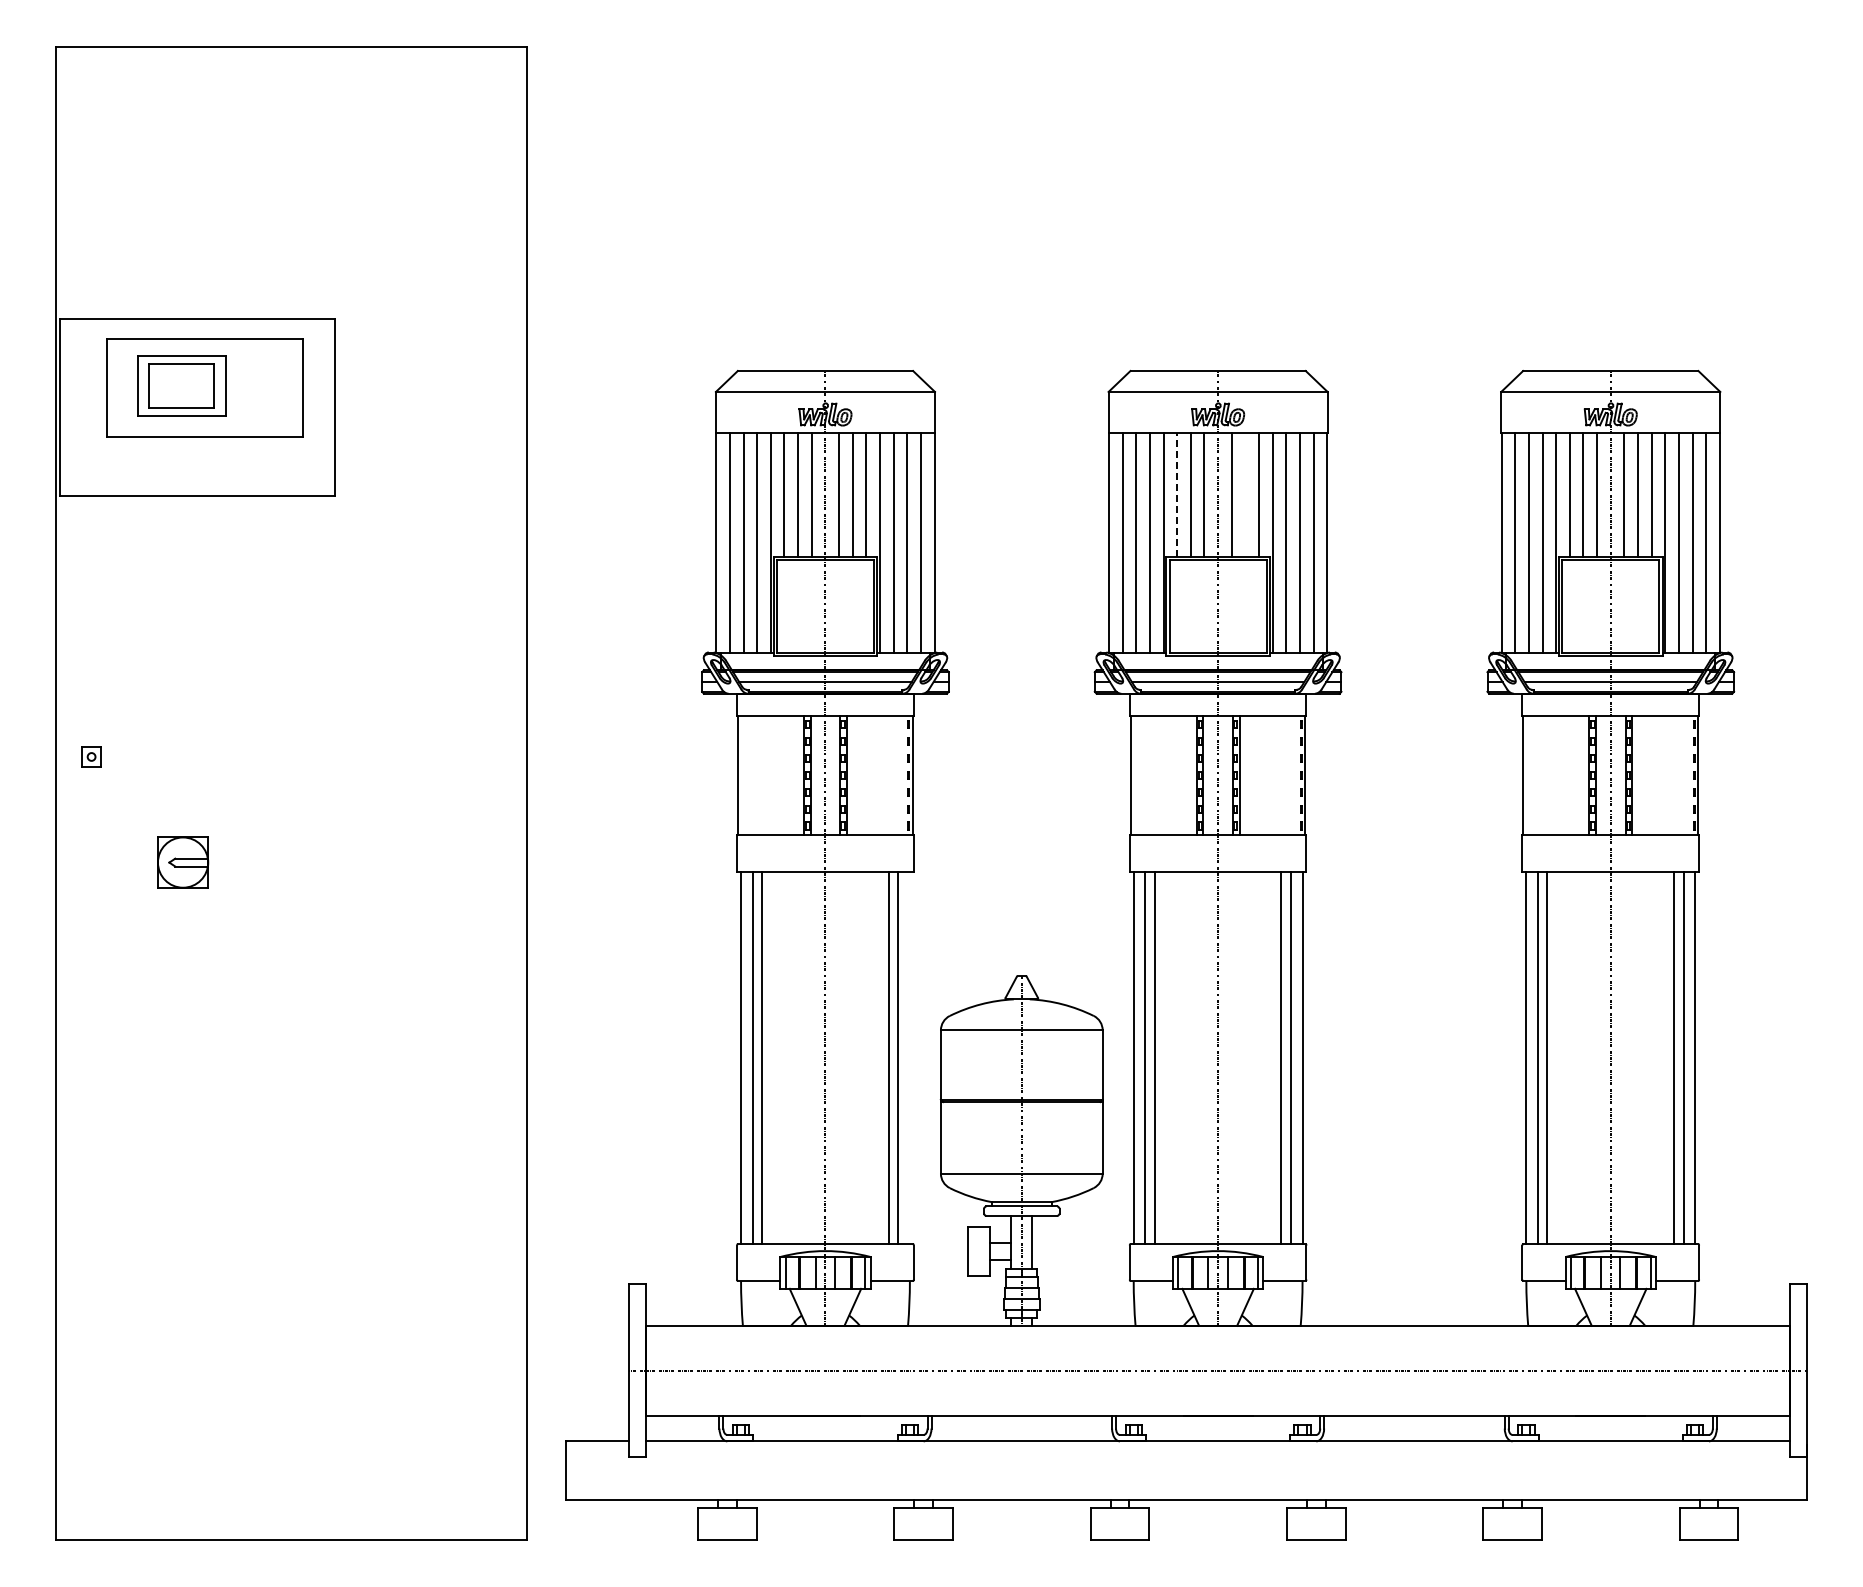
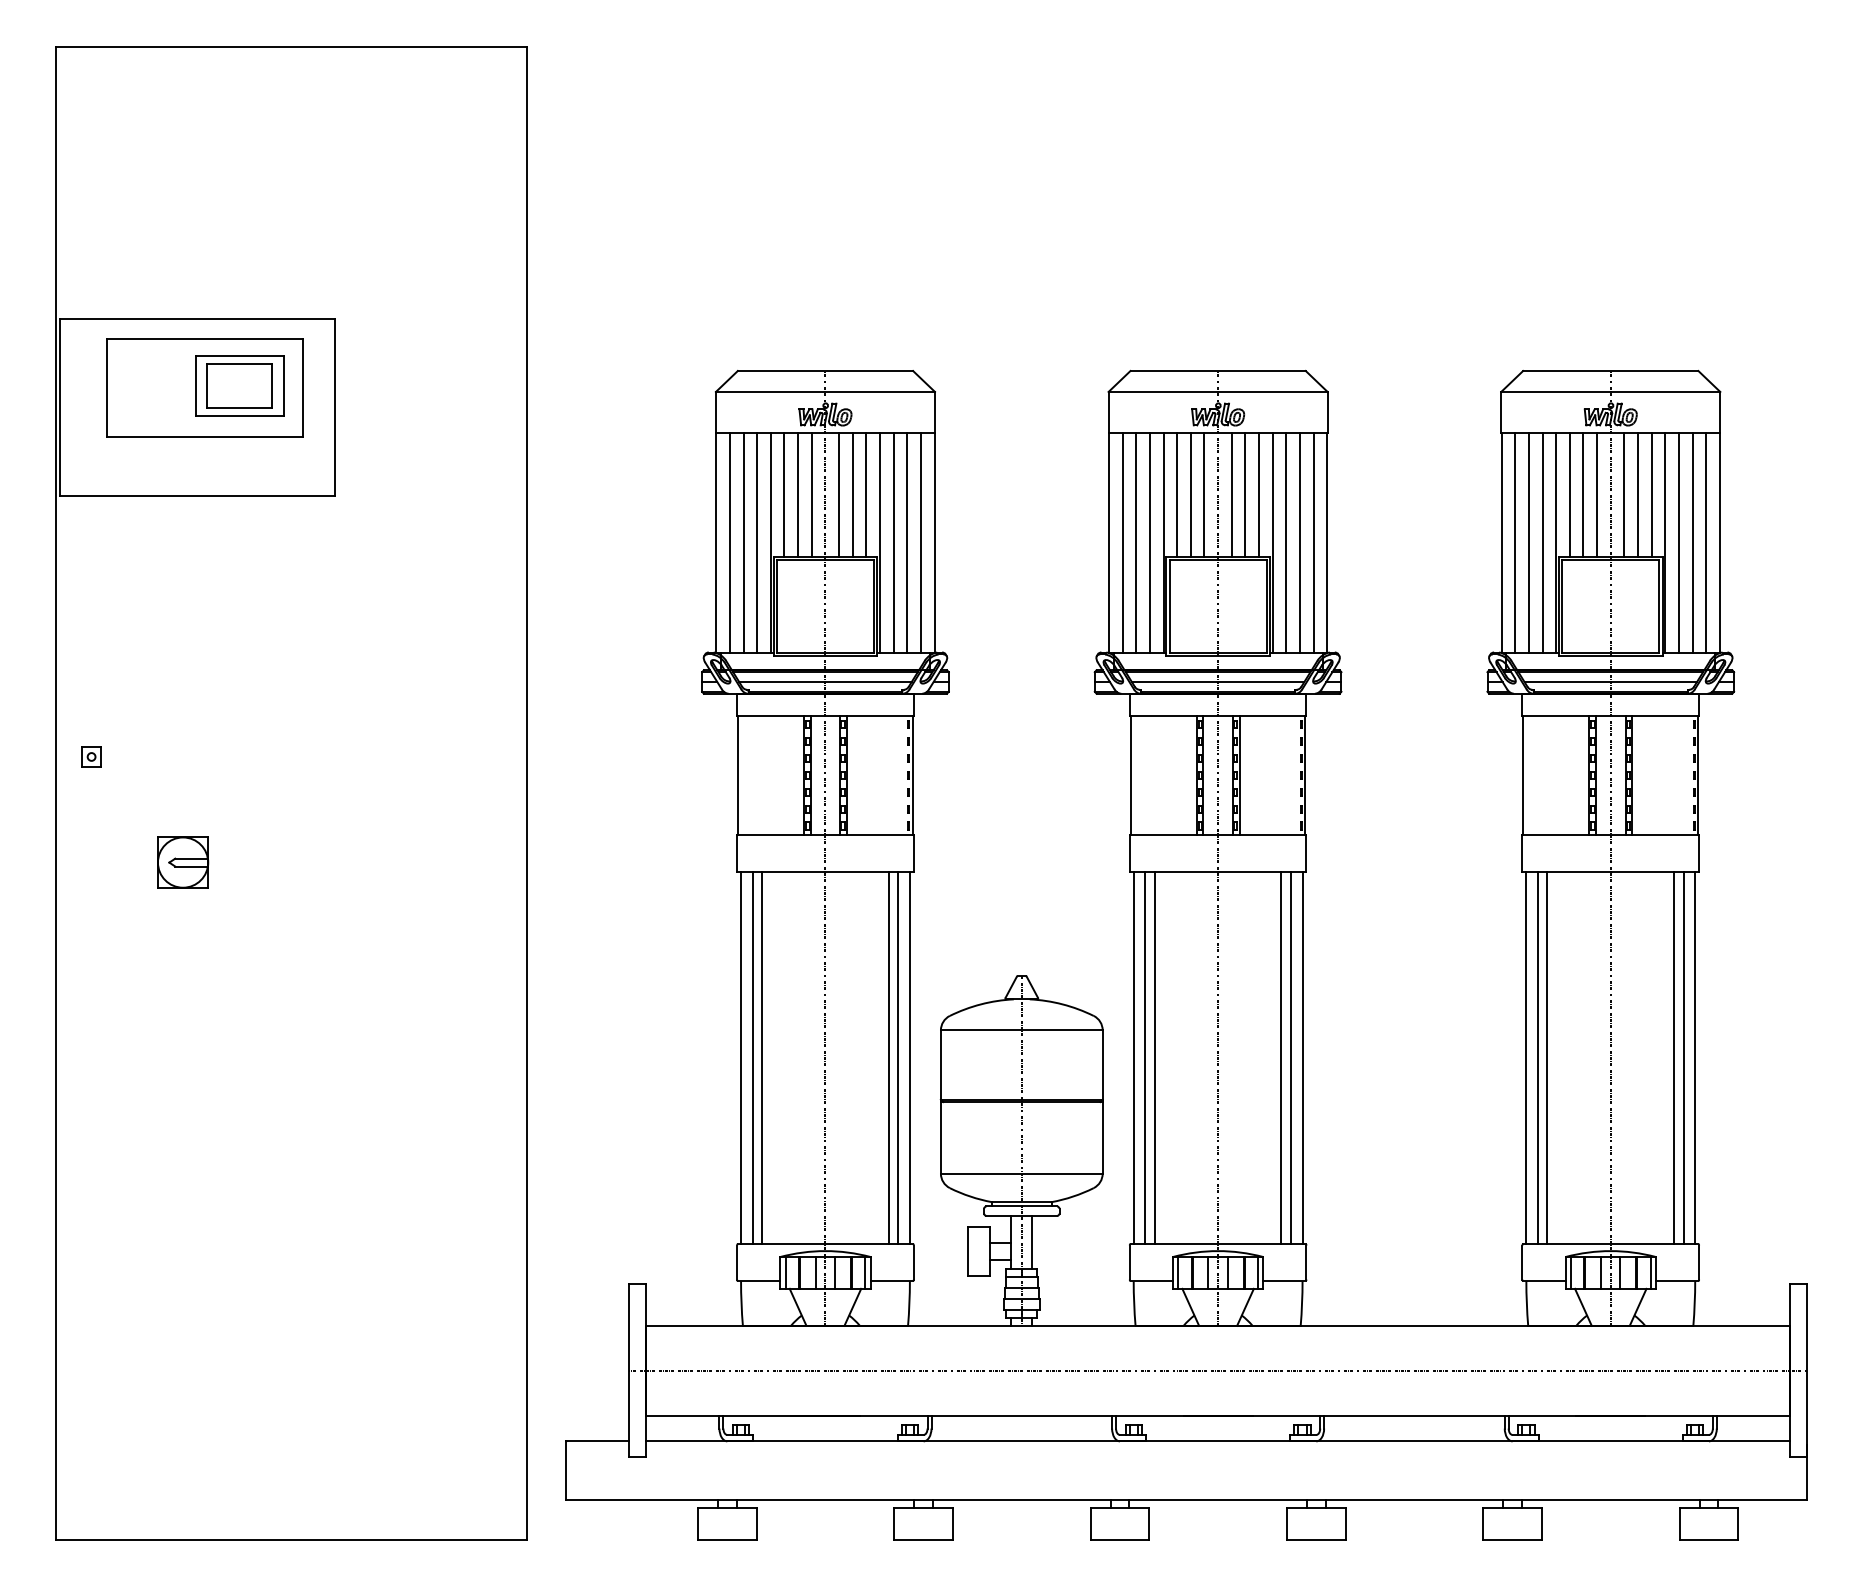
part at (181, 385) position: (181, 385) -> (239, 385)
line at (1177, 494): dashed -> solid
line at (1245, 494): none -> present
line at (909, 1057): none -> present
